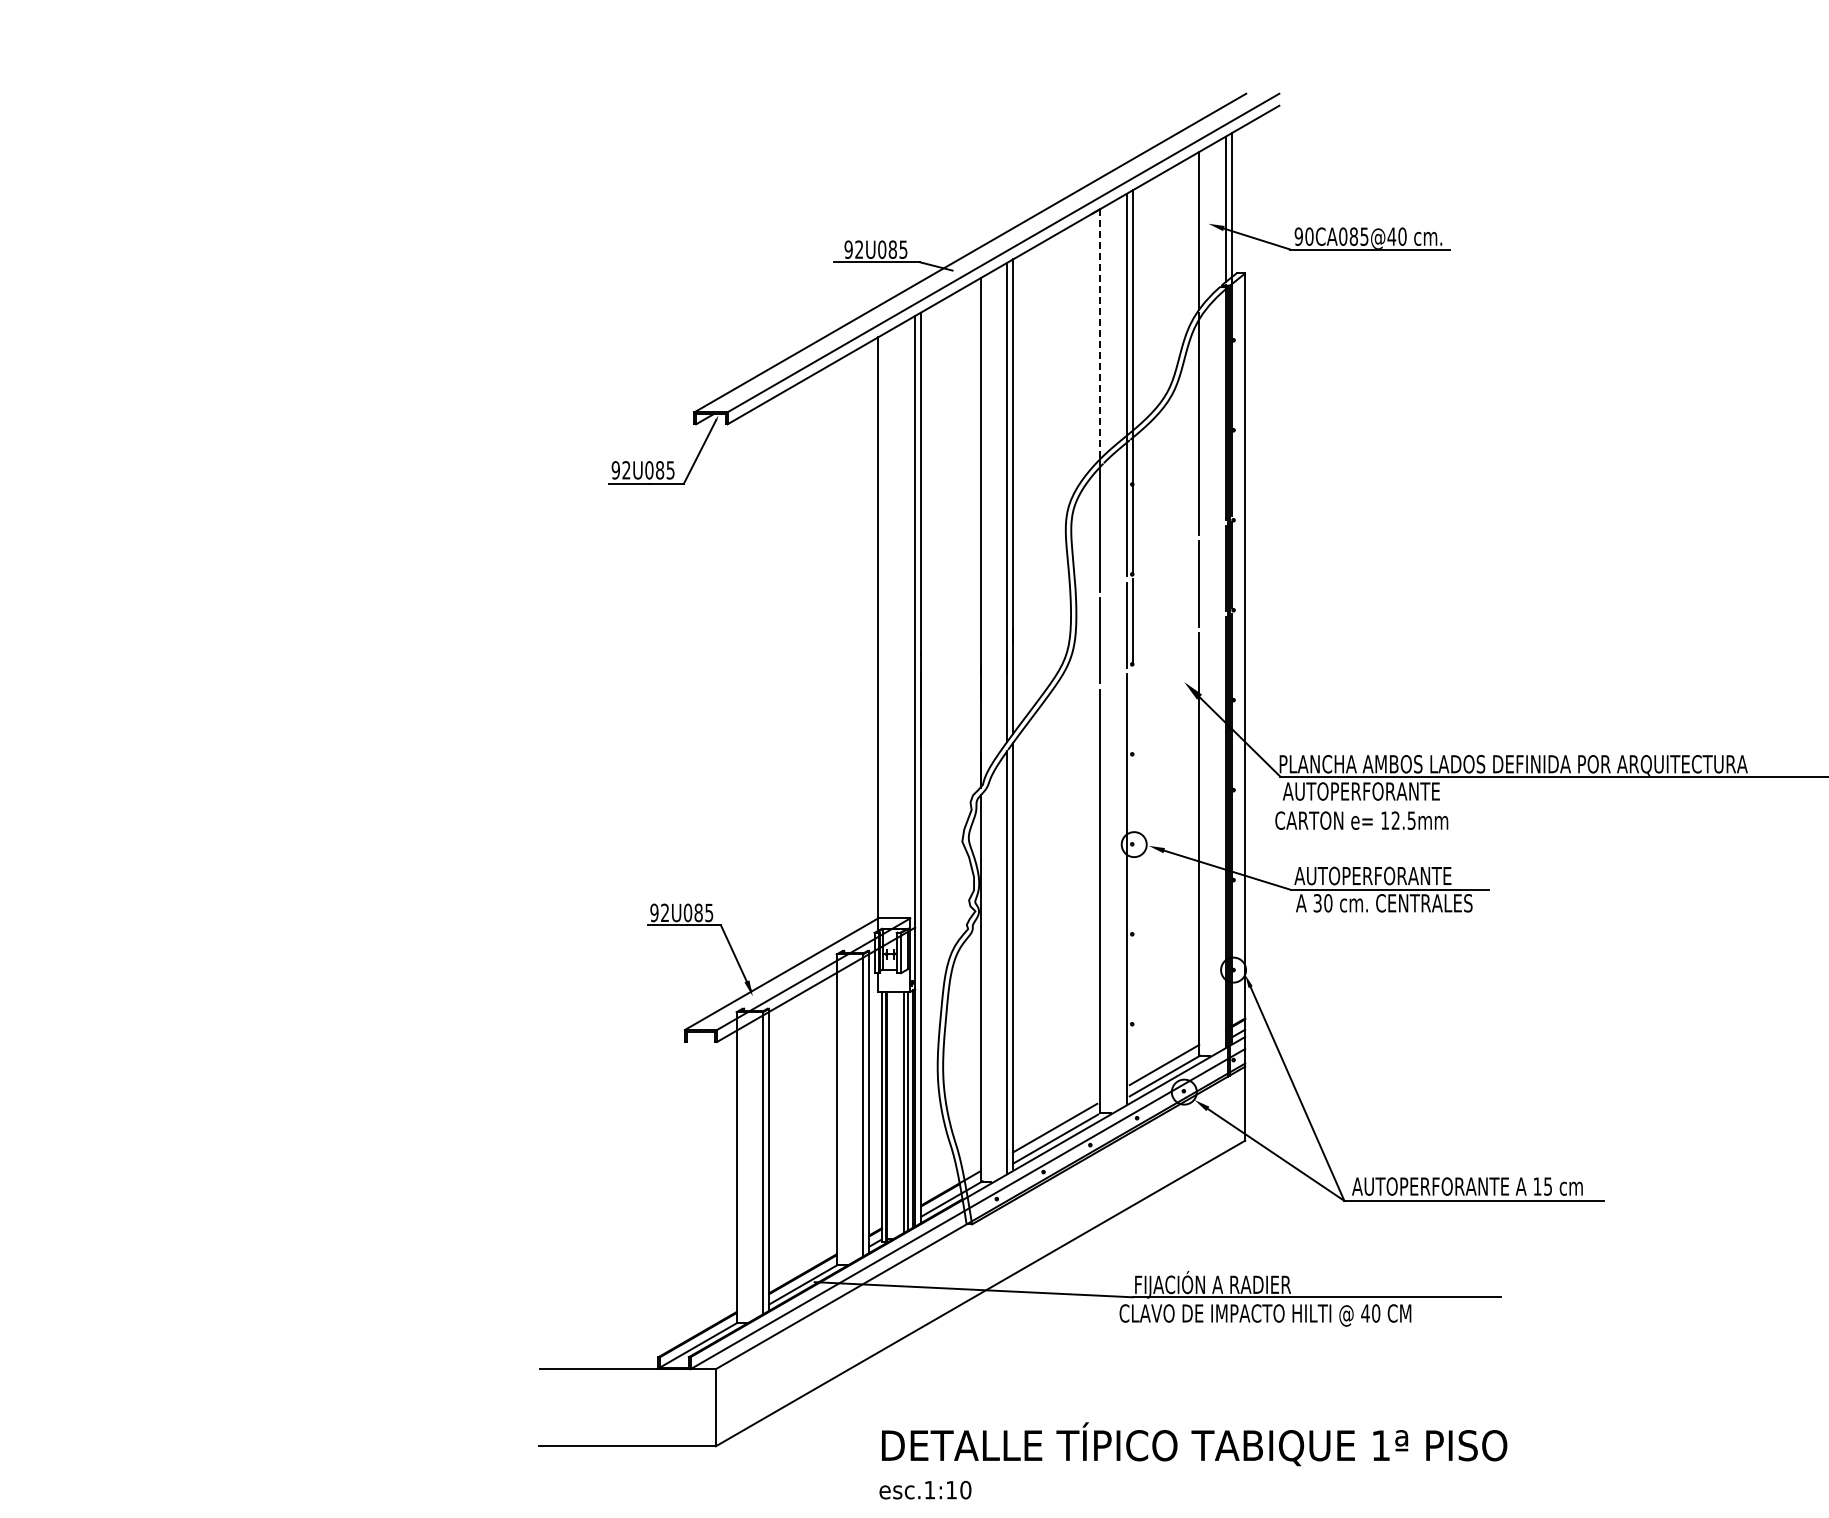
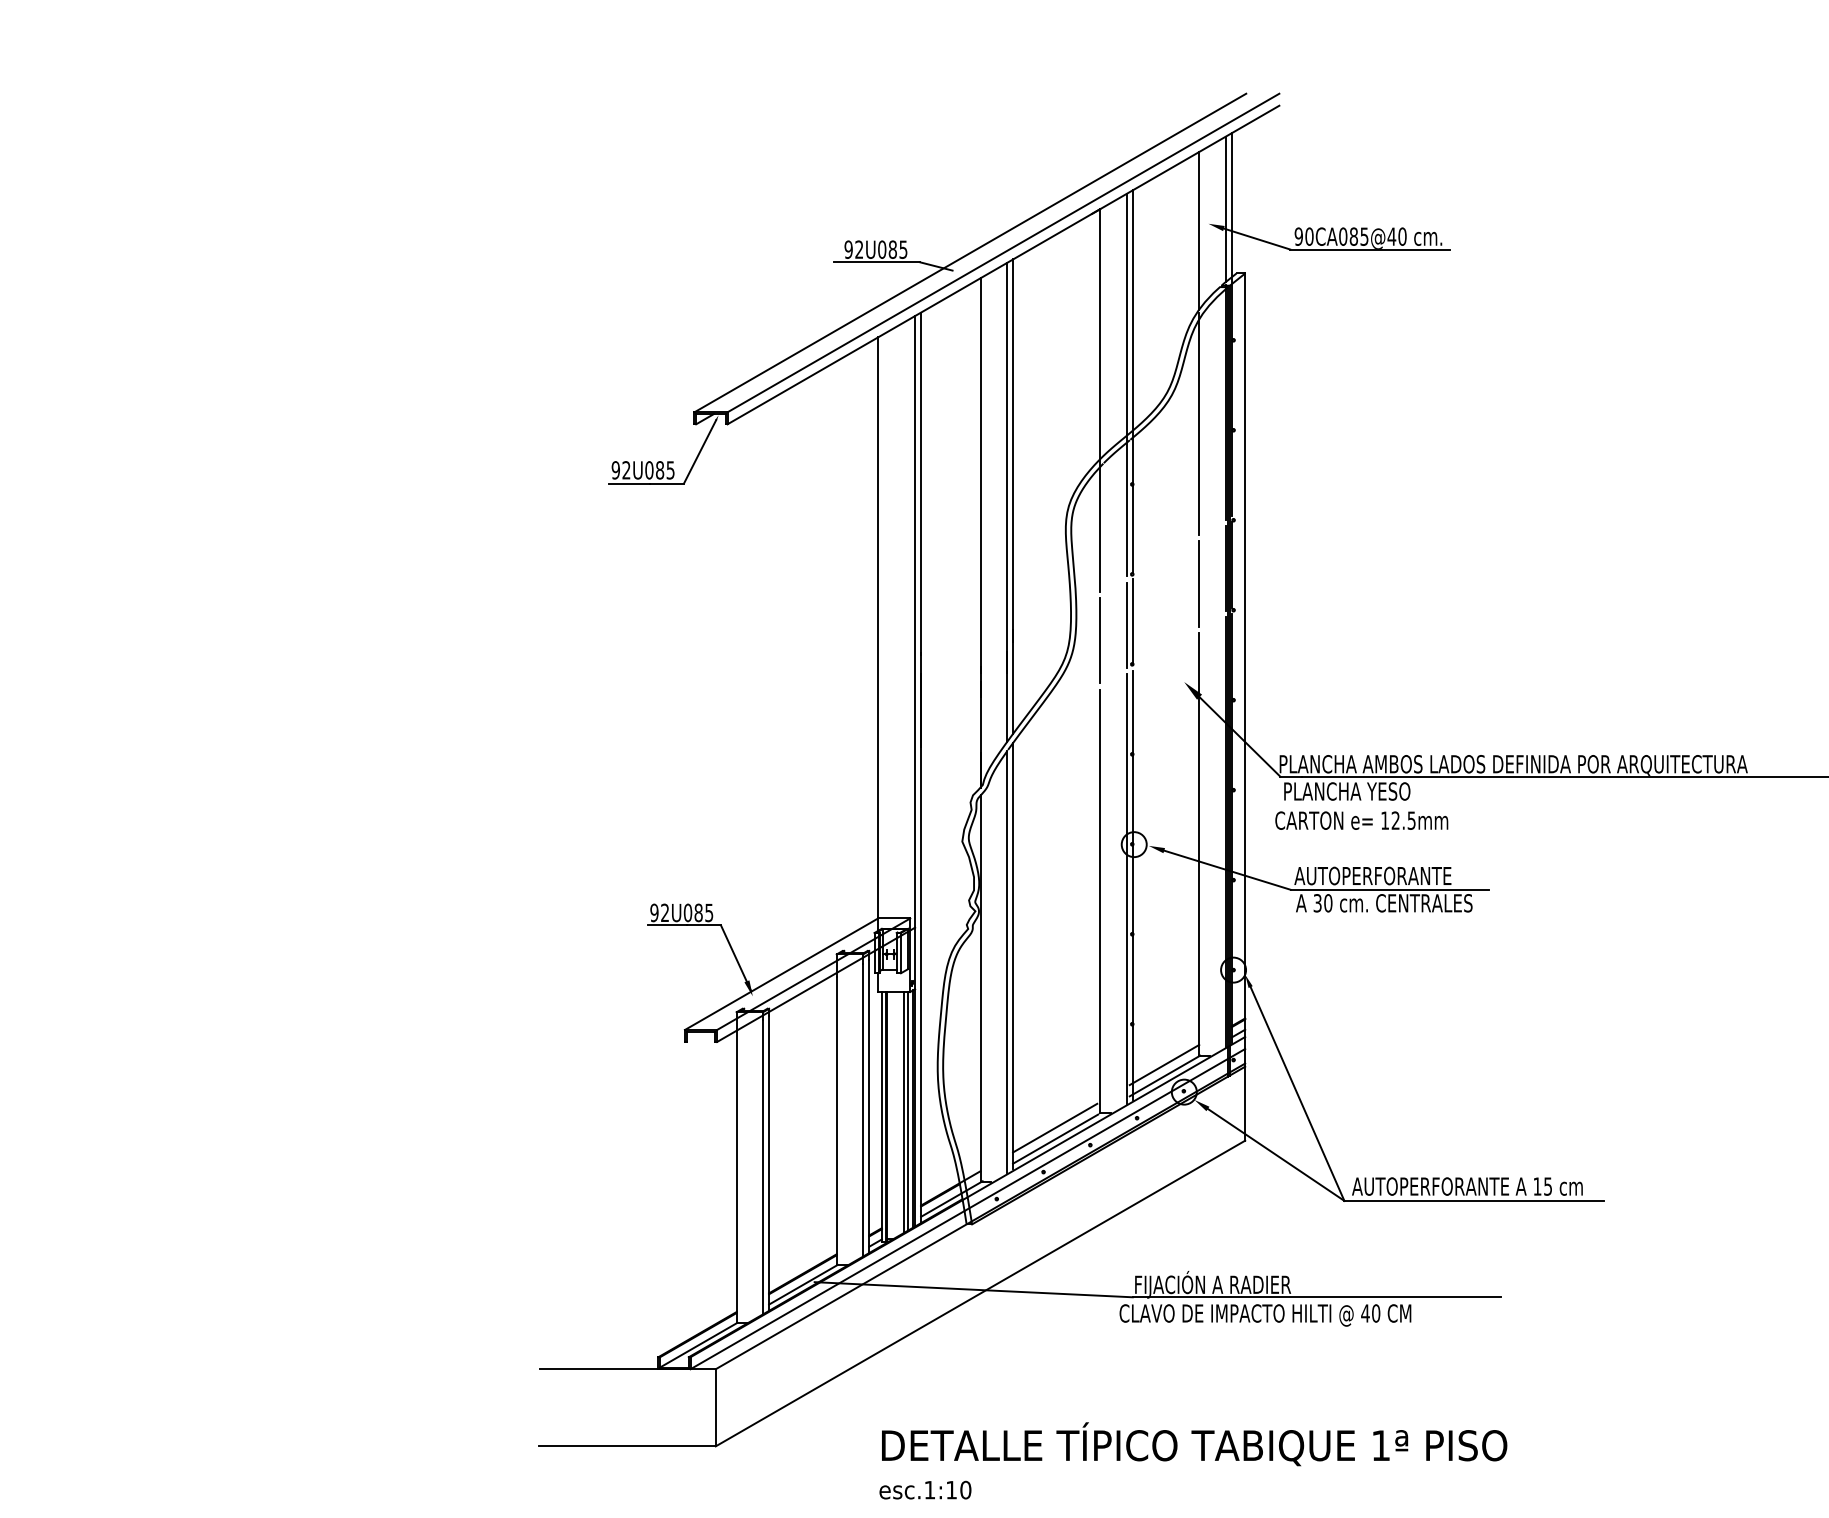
line at (1100, 334): dashed -> solid
text at (1360, 791): AUTOPERFORANTE -> PLANCHA YESO
line at (1132, 885): none -> present
